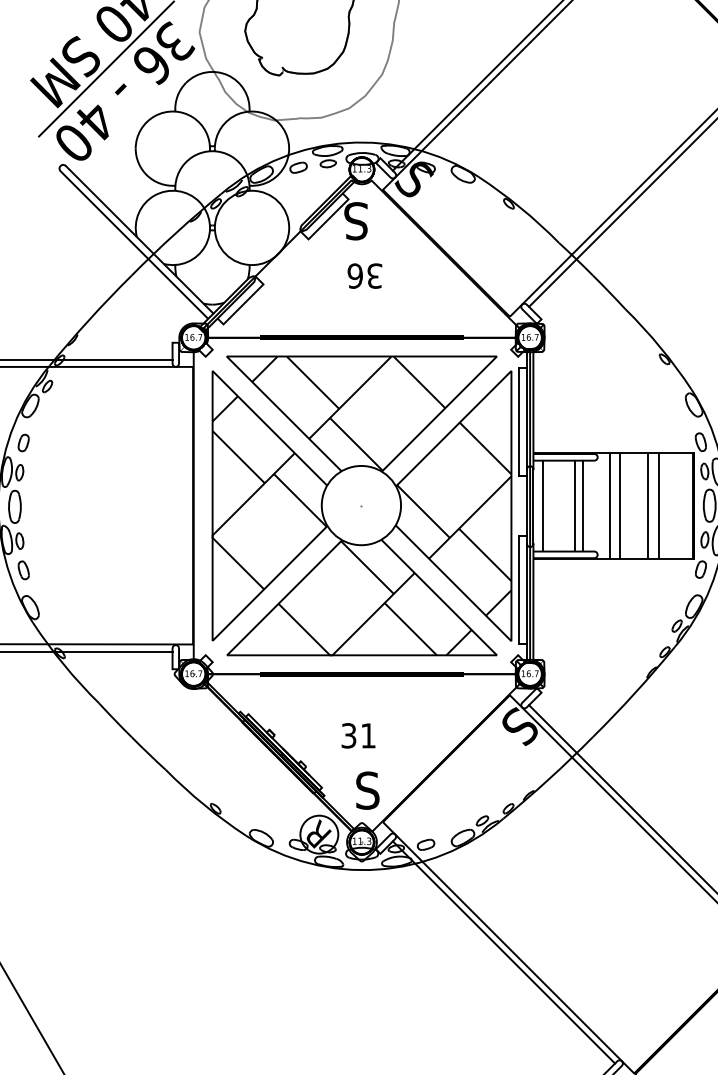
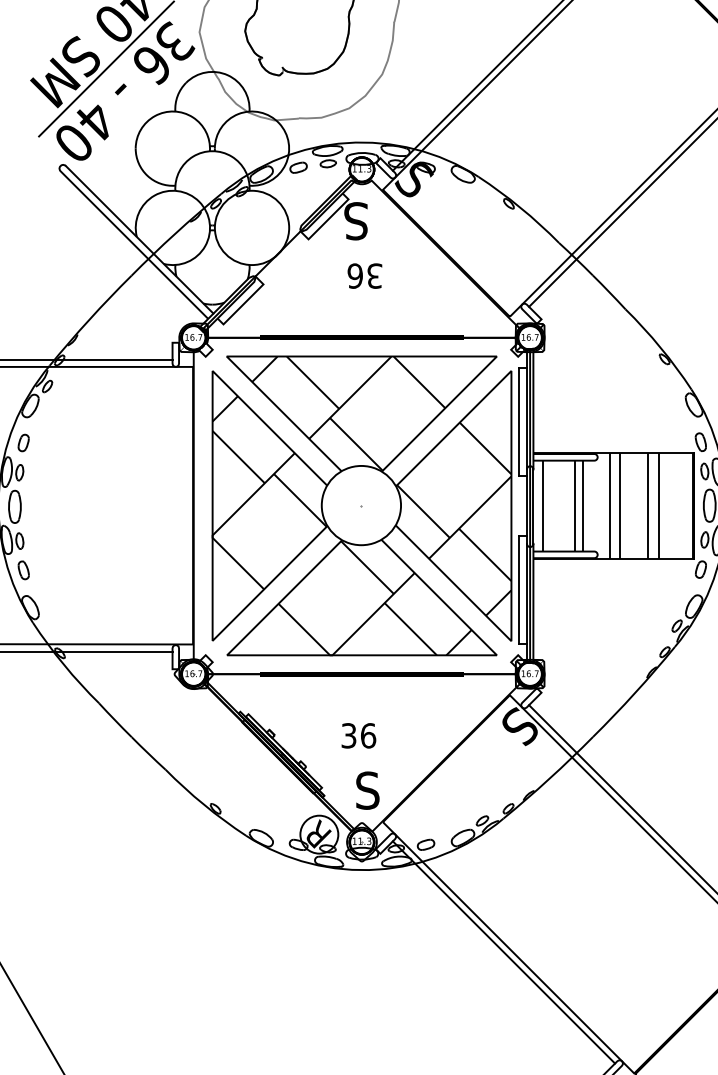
text at (368, 735): 31 -> 36
